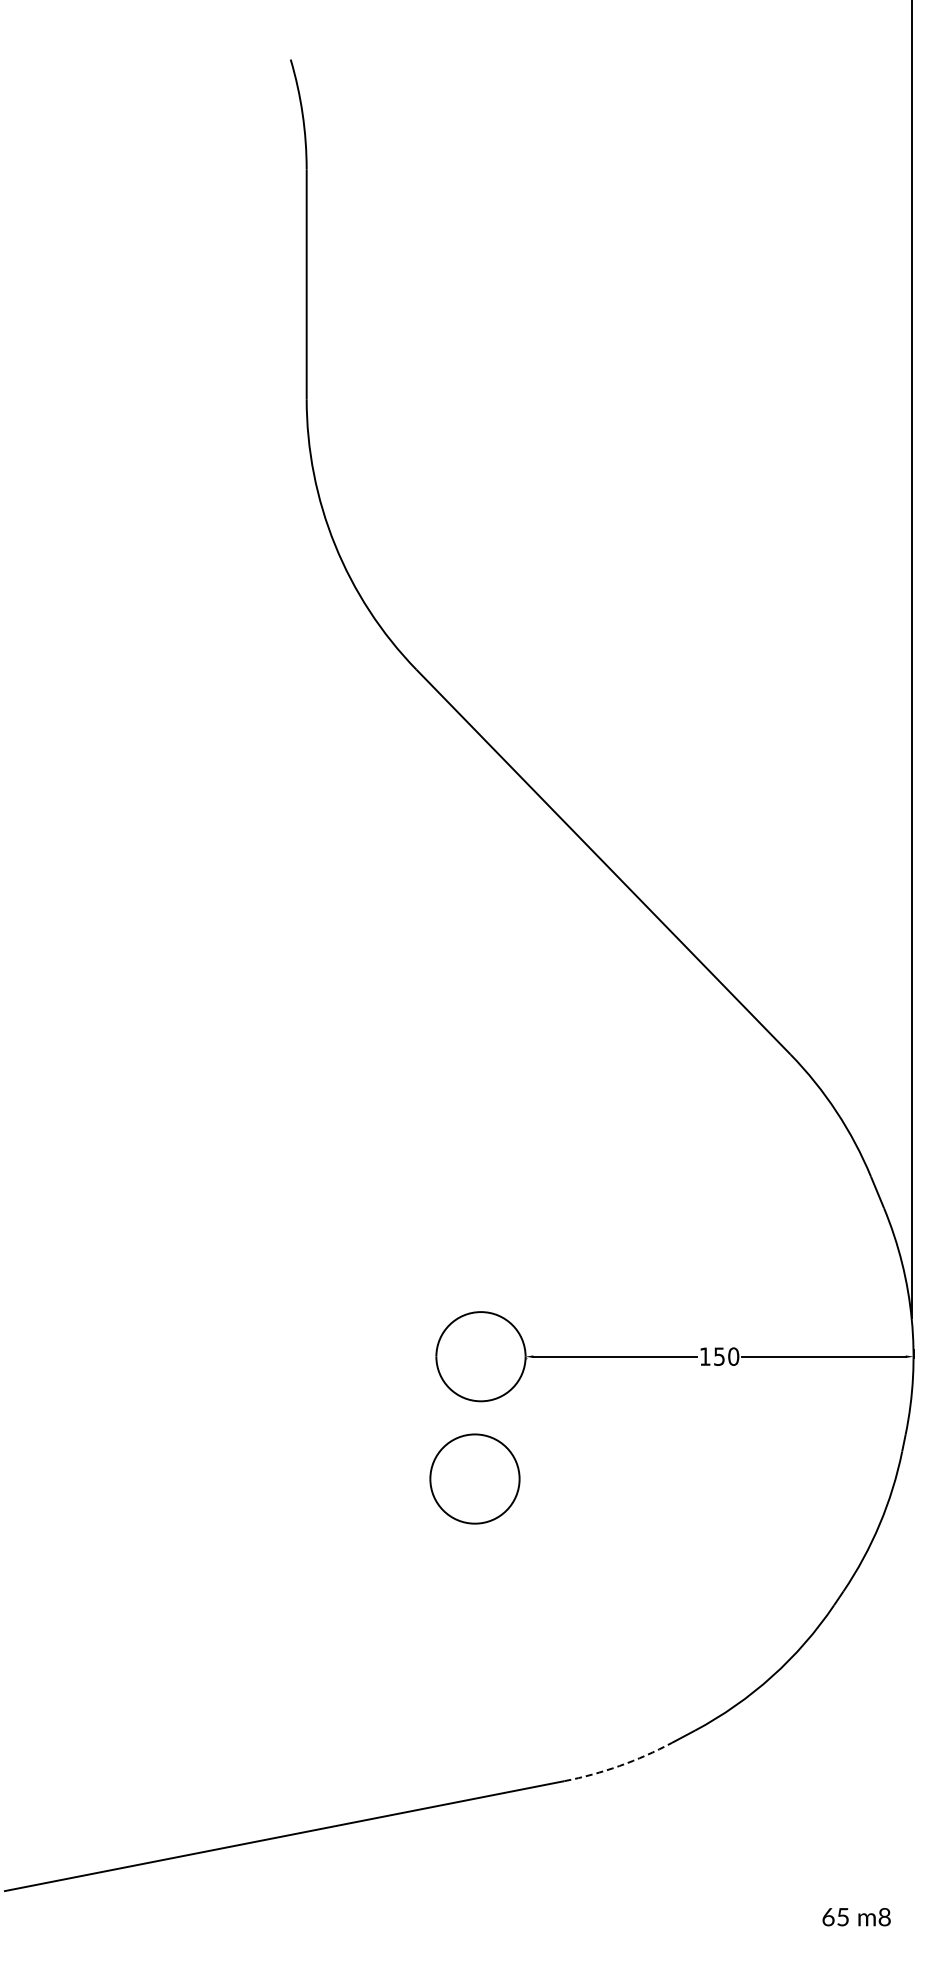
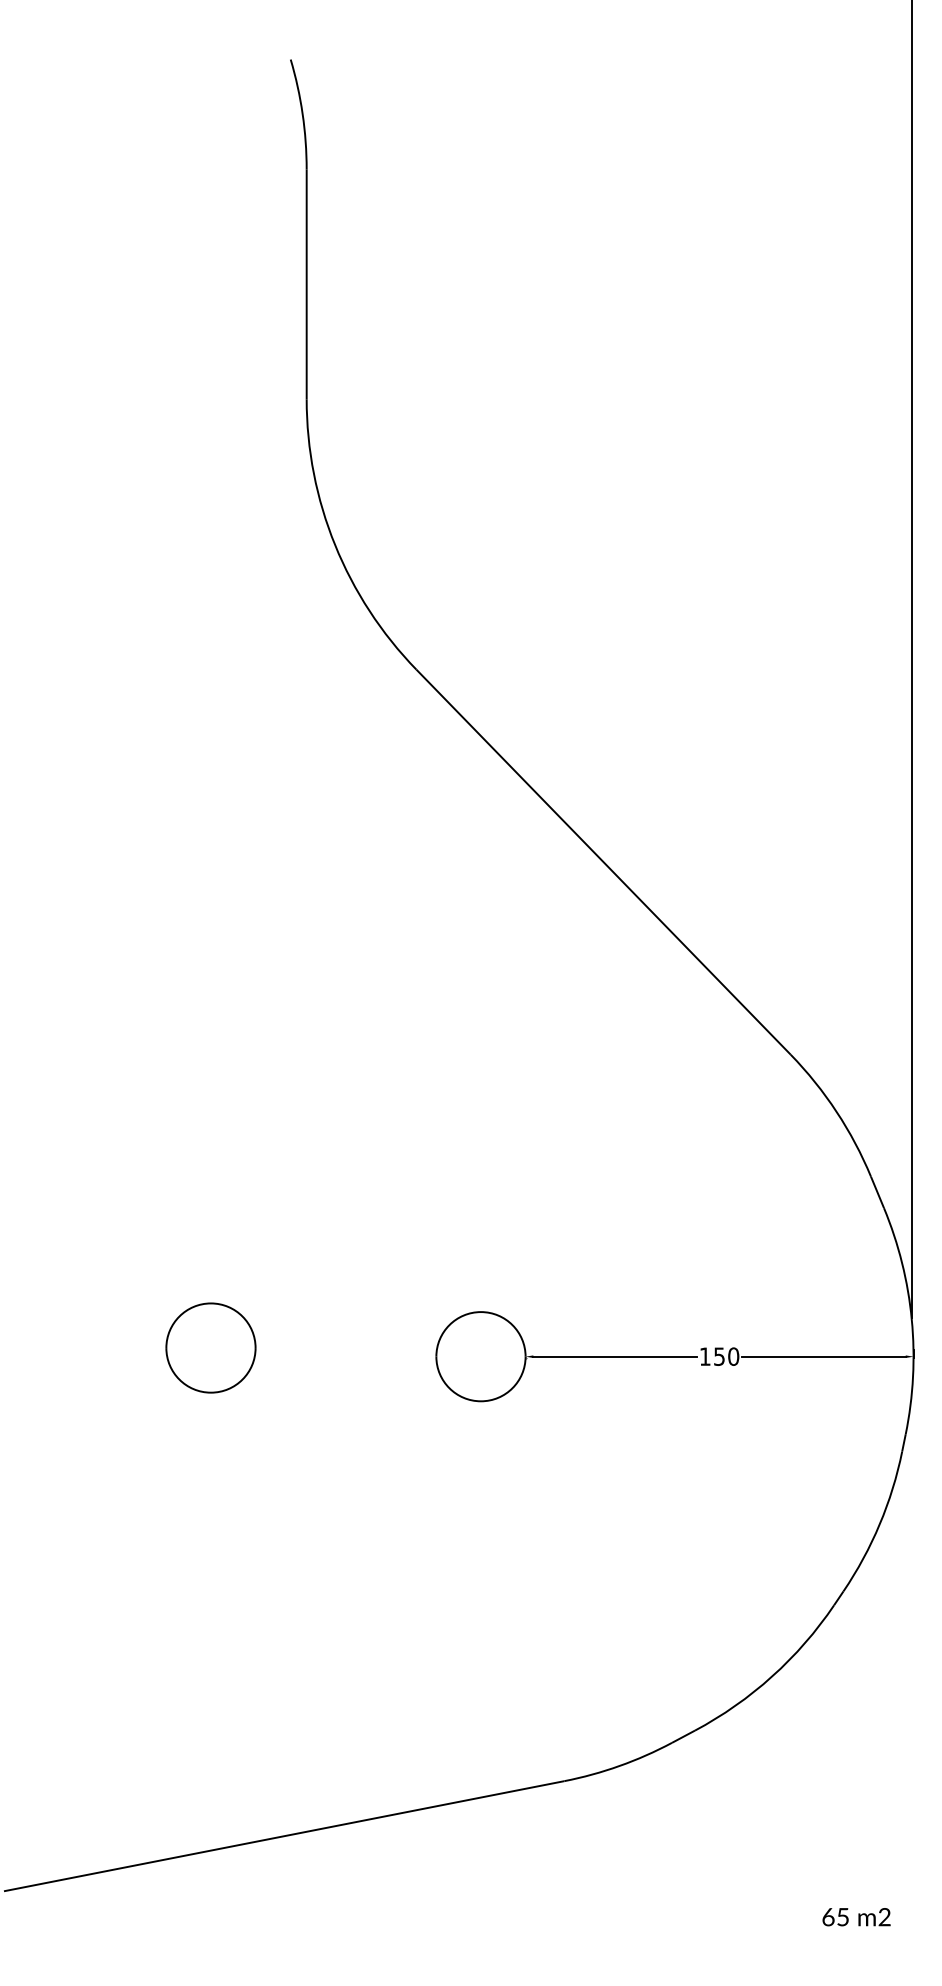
part at (474, 1478) position: (474, 1478) -> (210, 1347)
arc at (619, 1765): dashed -> solid
text at (884, 1917): m8 -> m2
